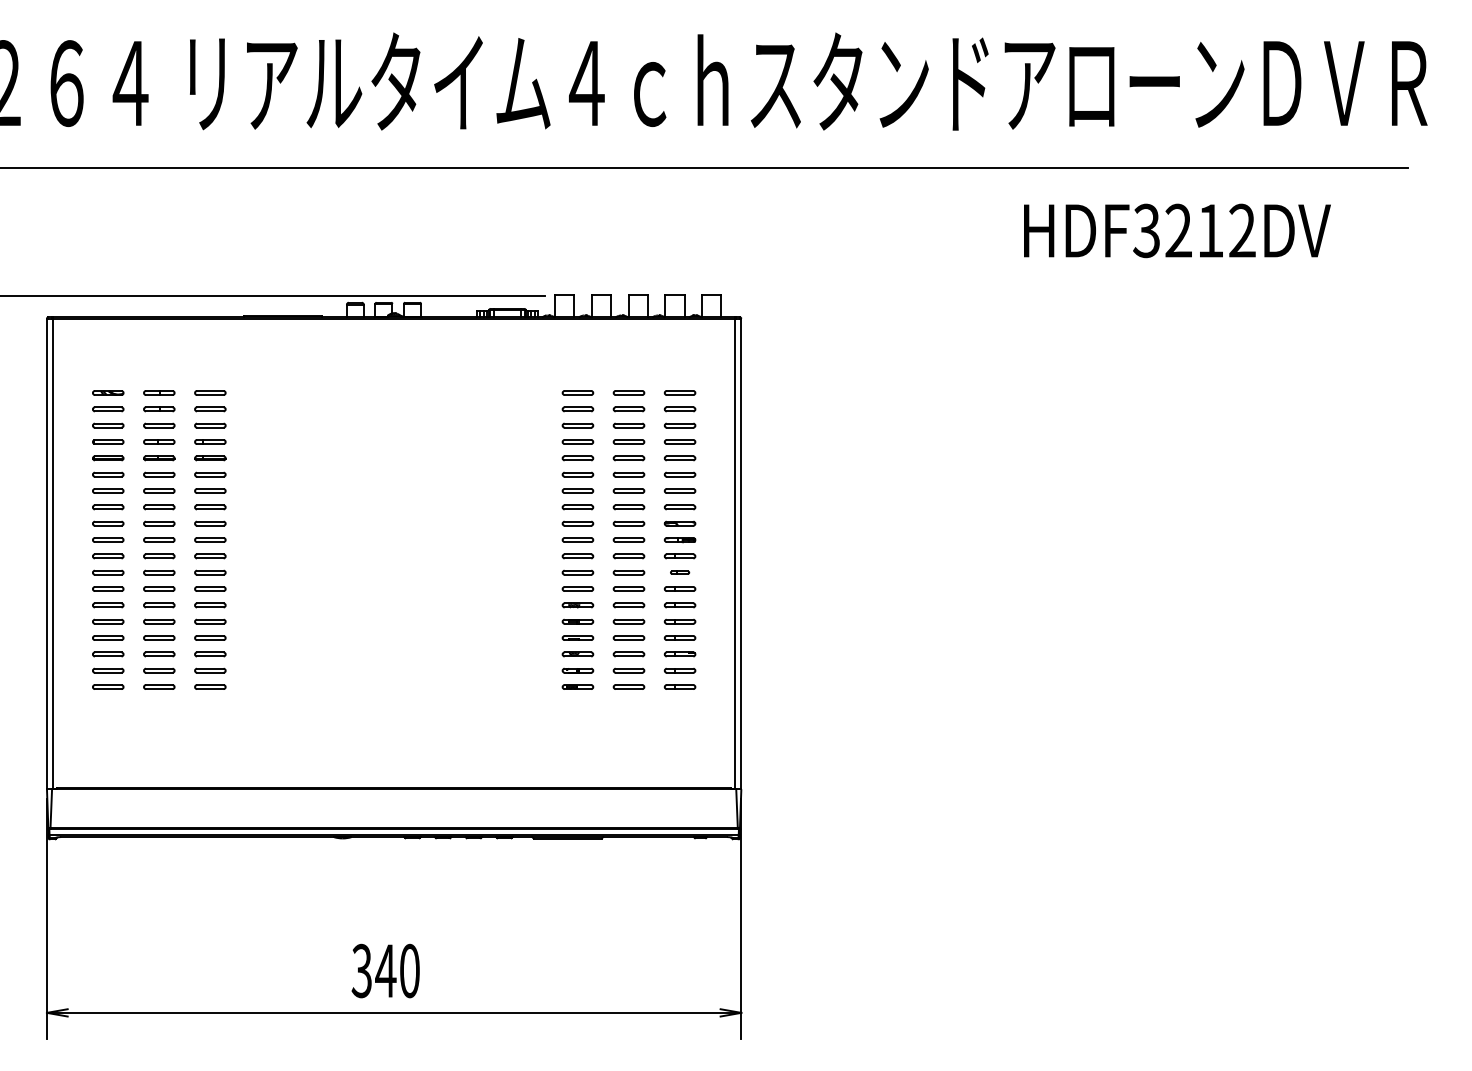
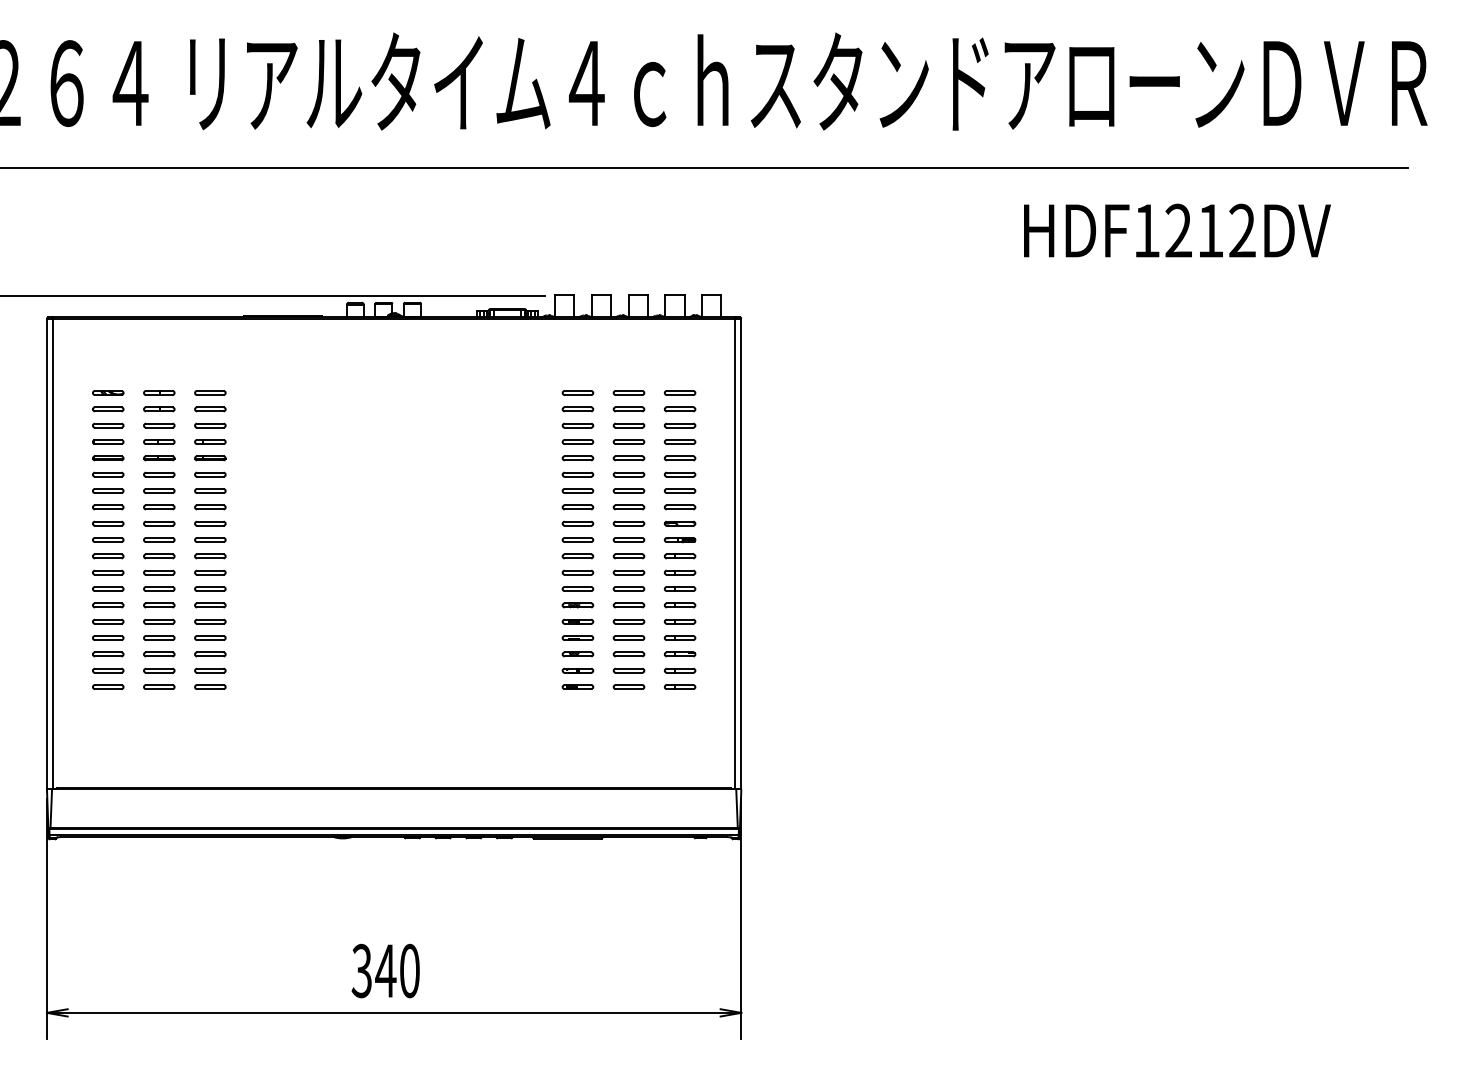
text at (1146, 230): HDF3212DV -> HDF1212DV
part at (680, 572) size: 21x5 px -> 34x7 px
